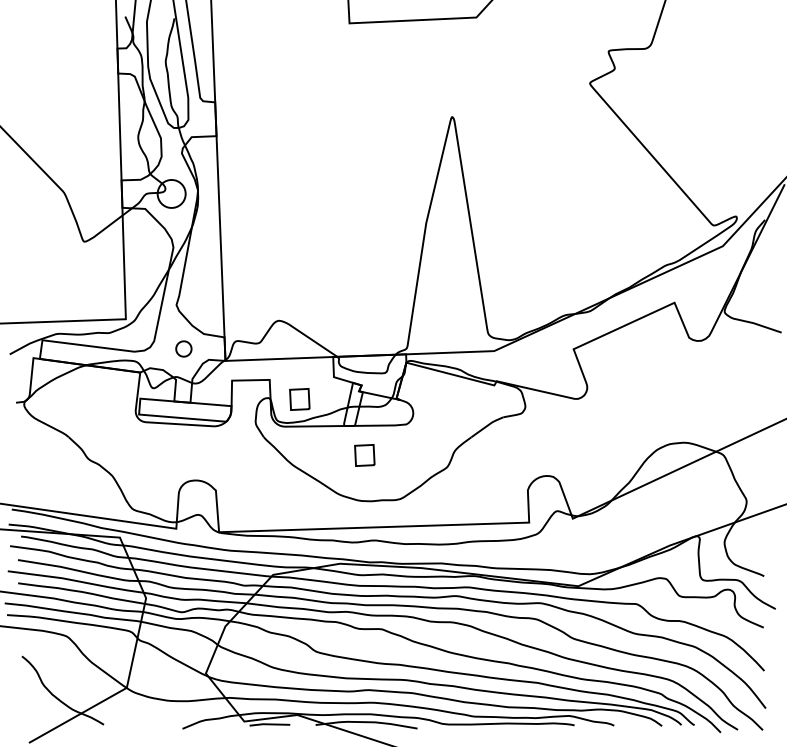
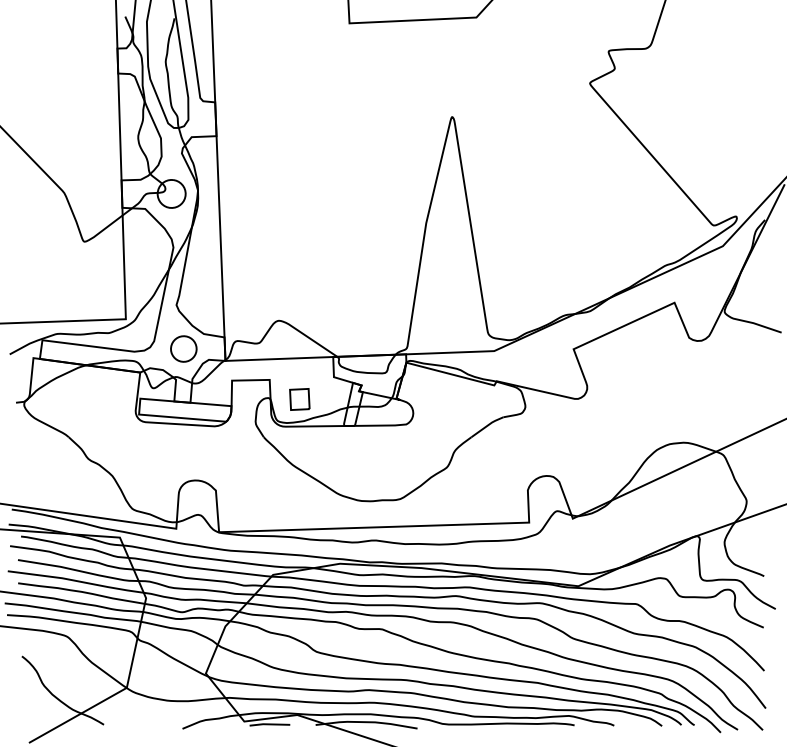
part at (183, 348) size: 18x18 px -> 28x28 px
part at (364, 455): present -> none
